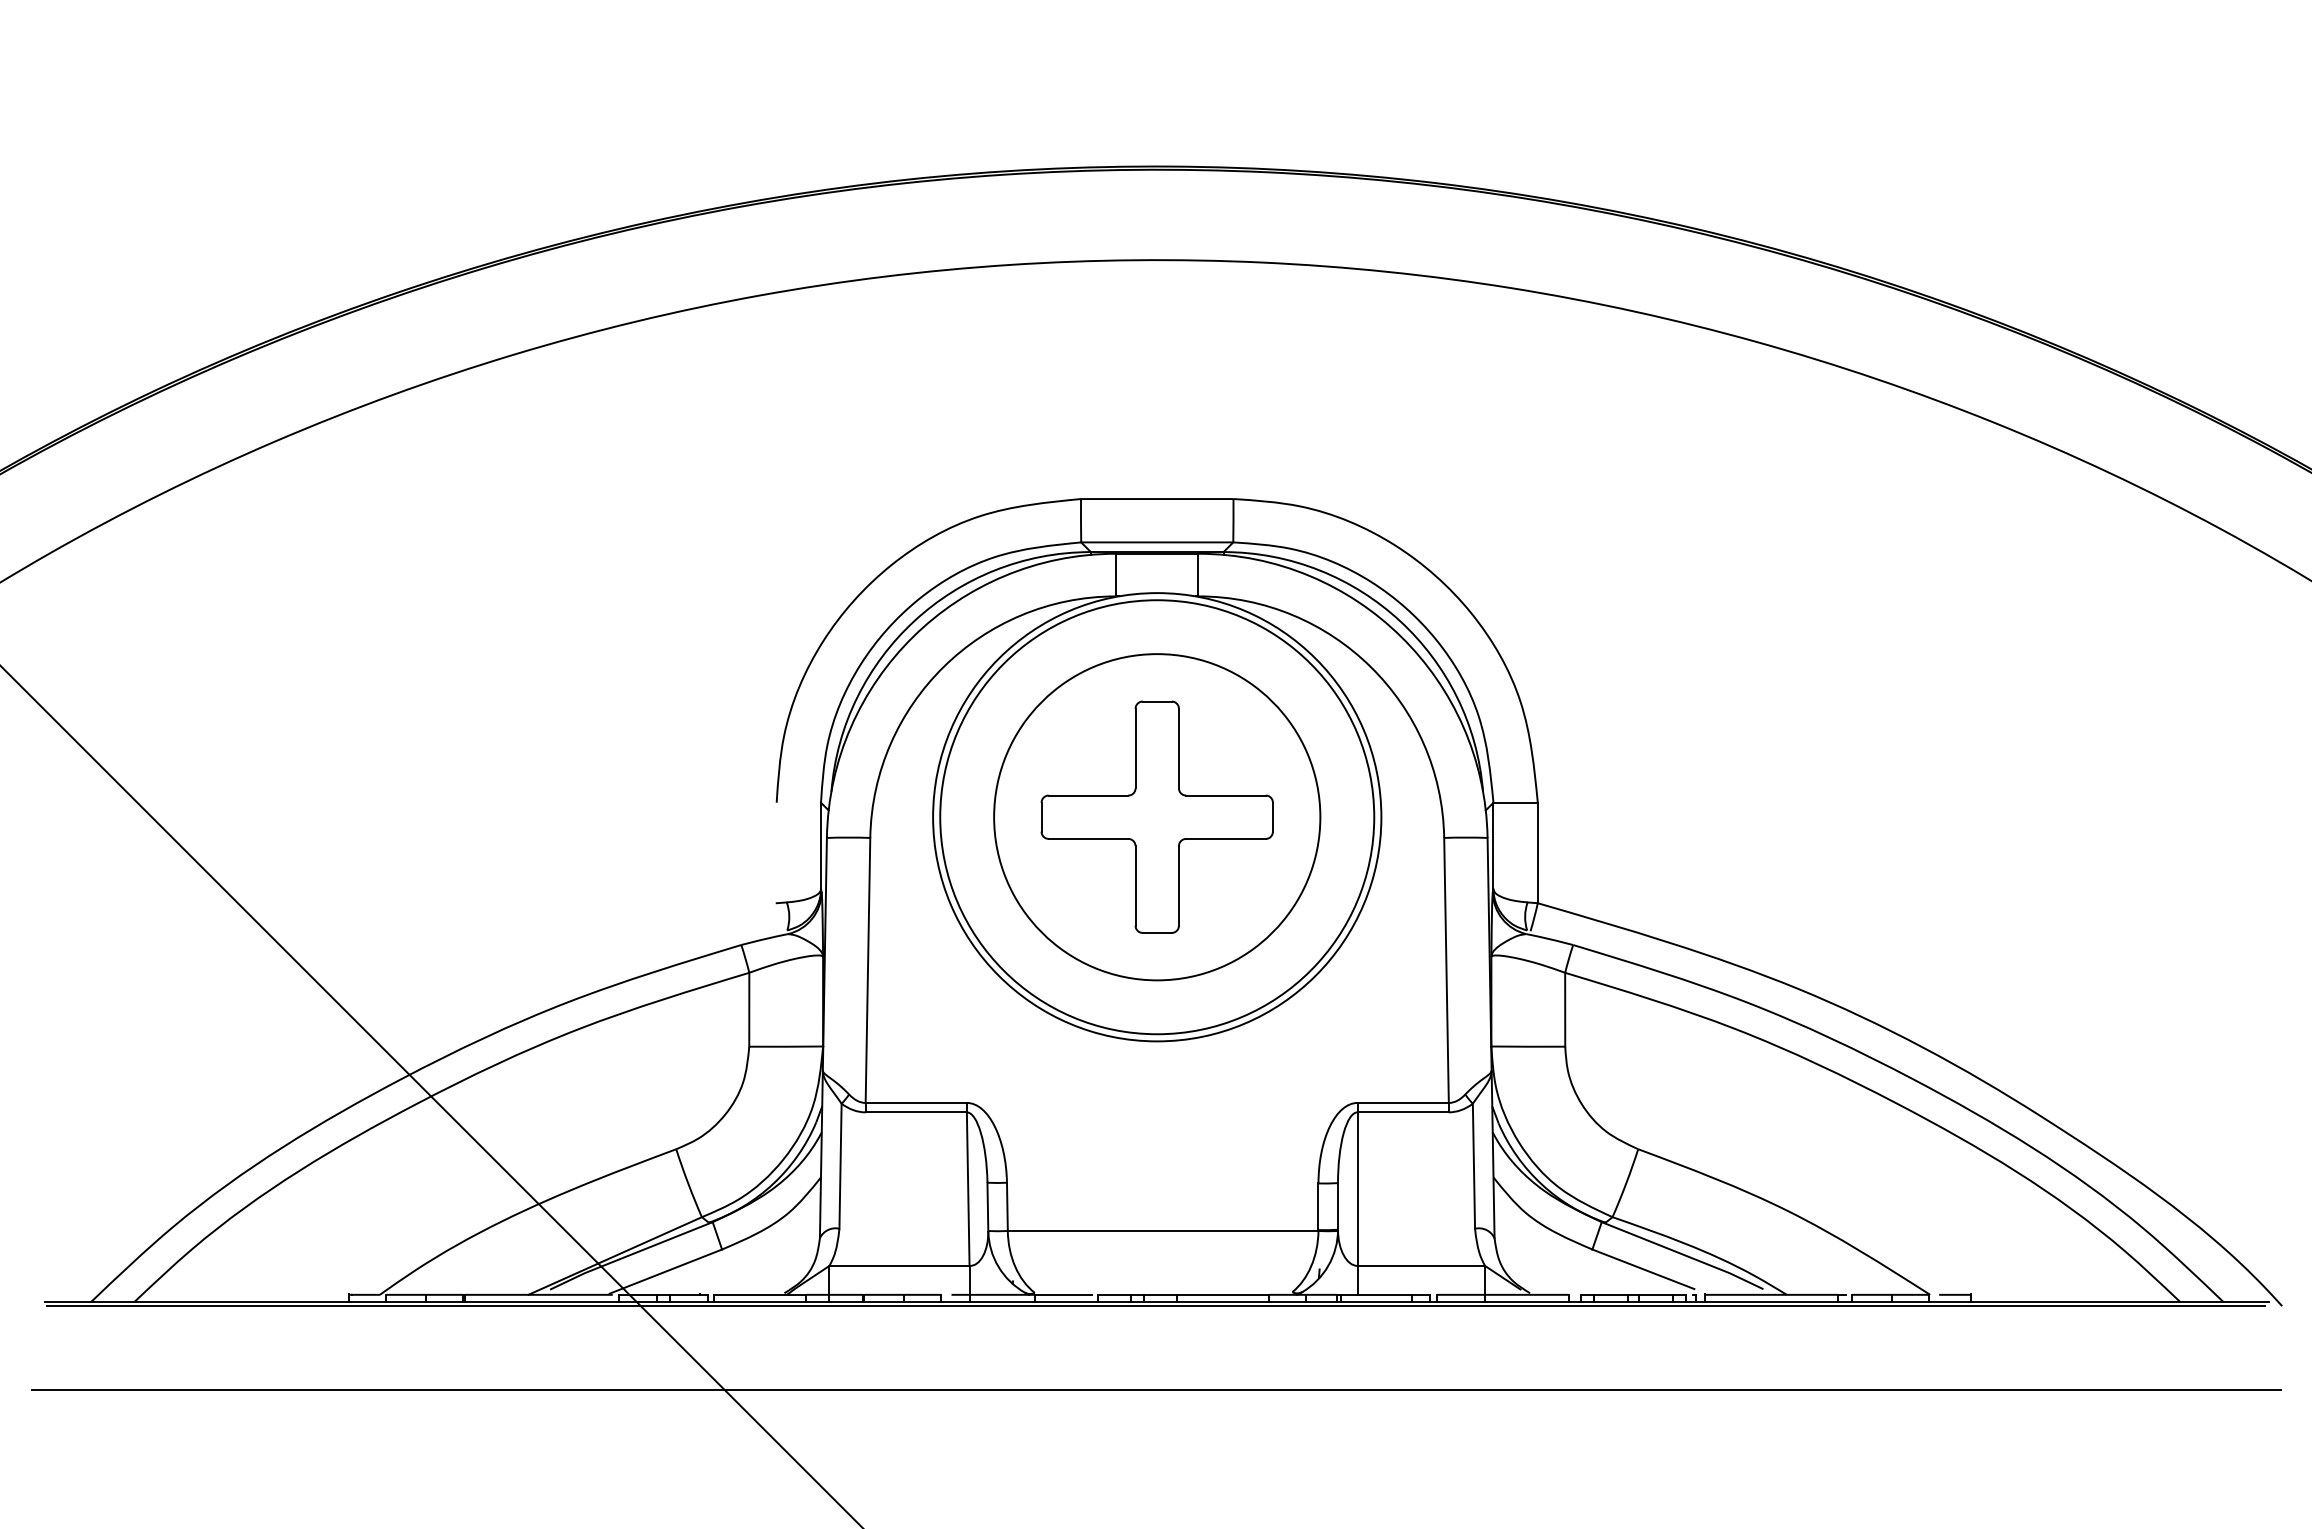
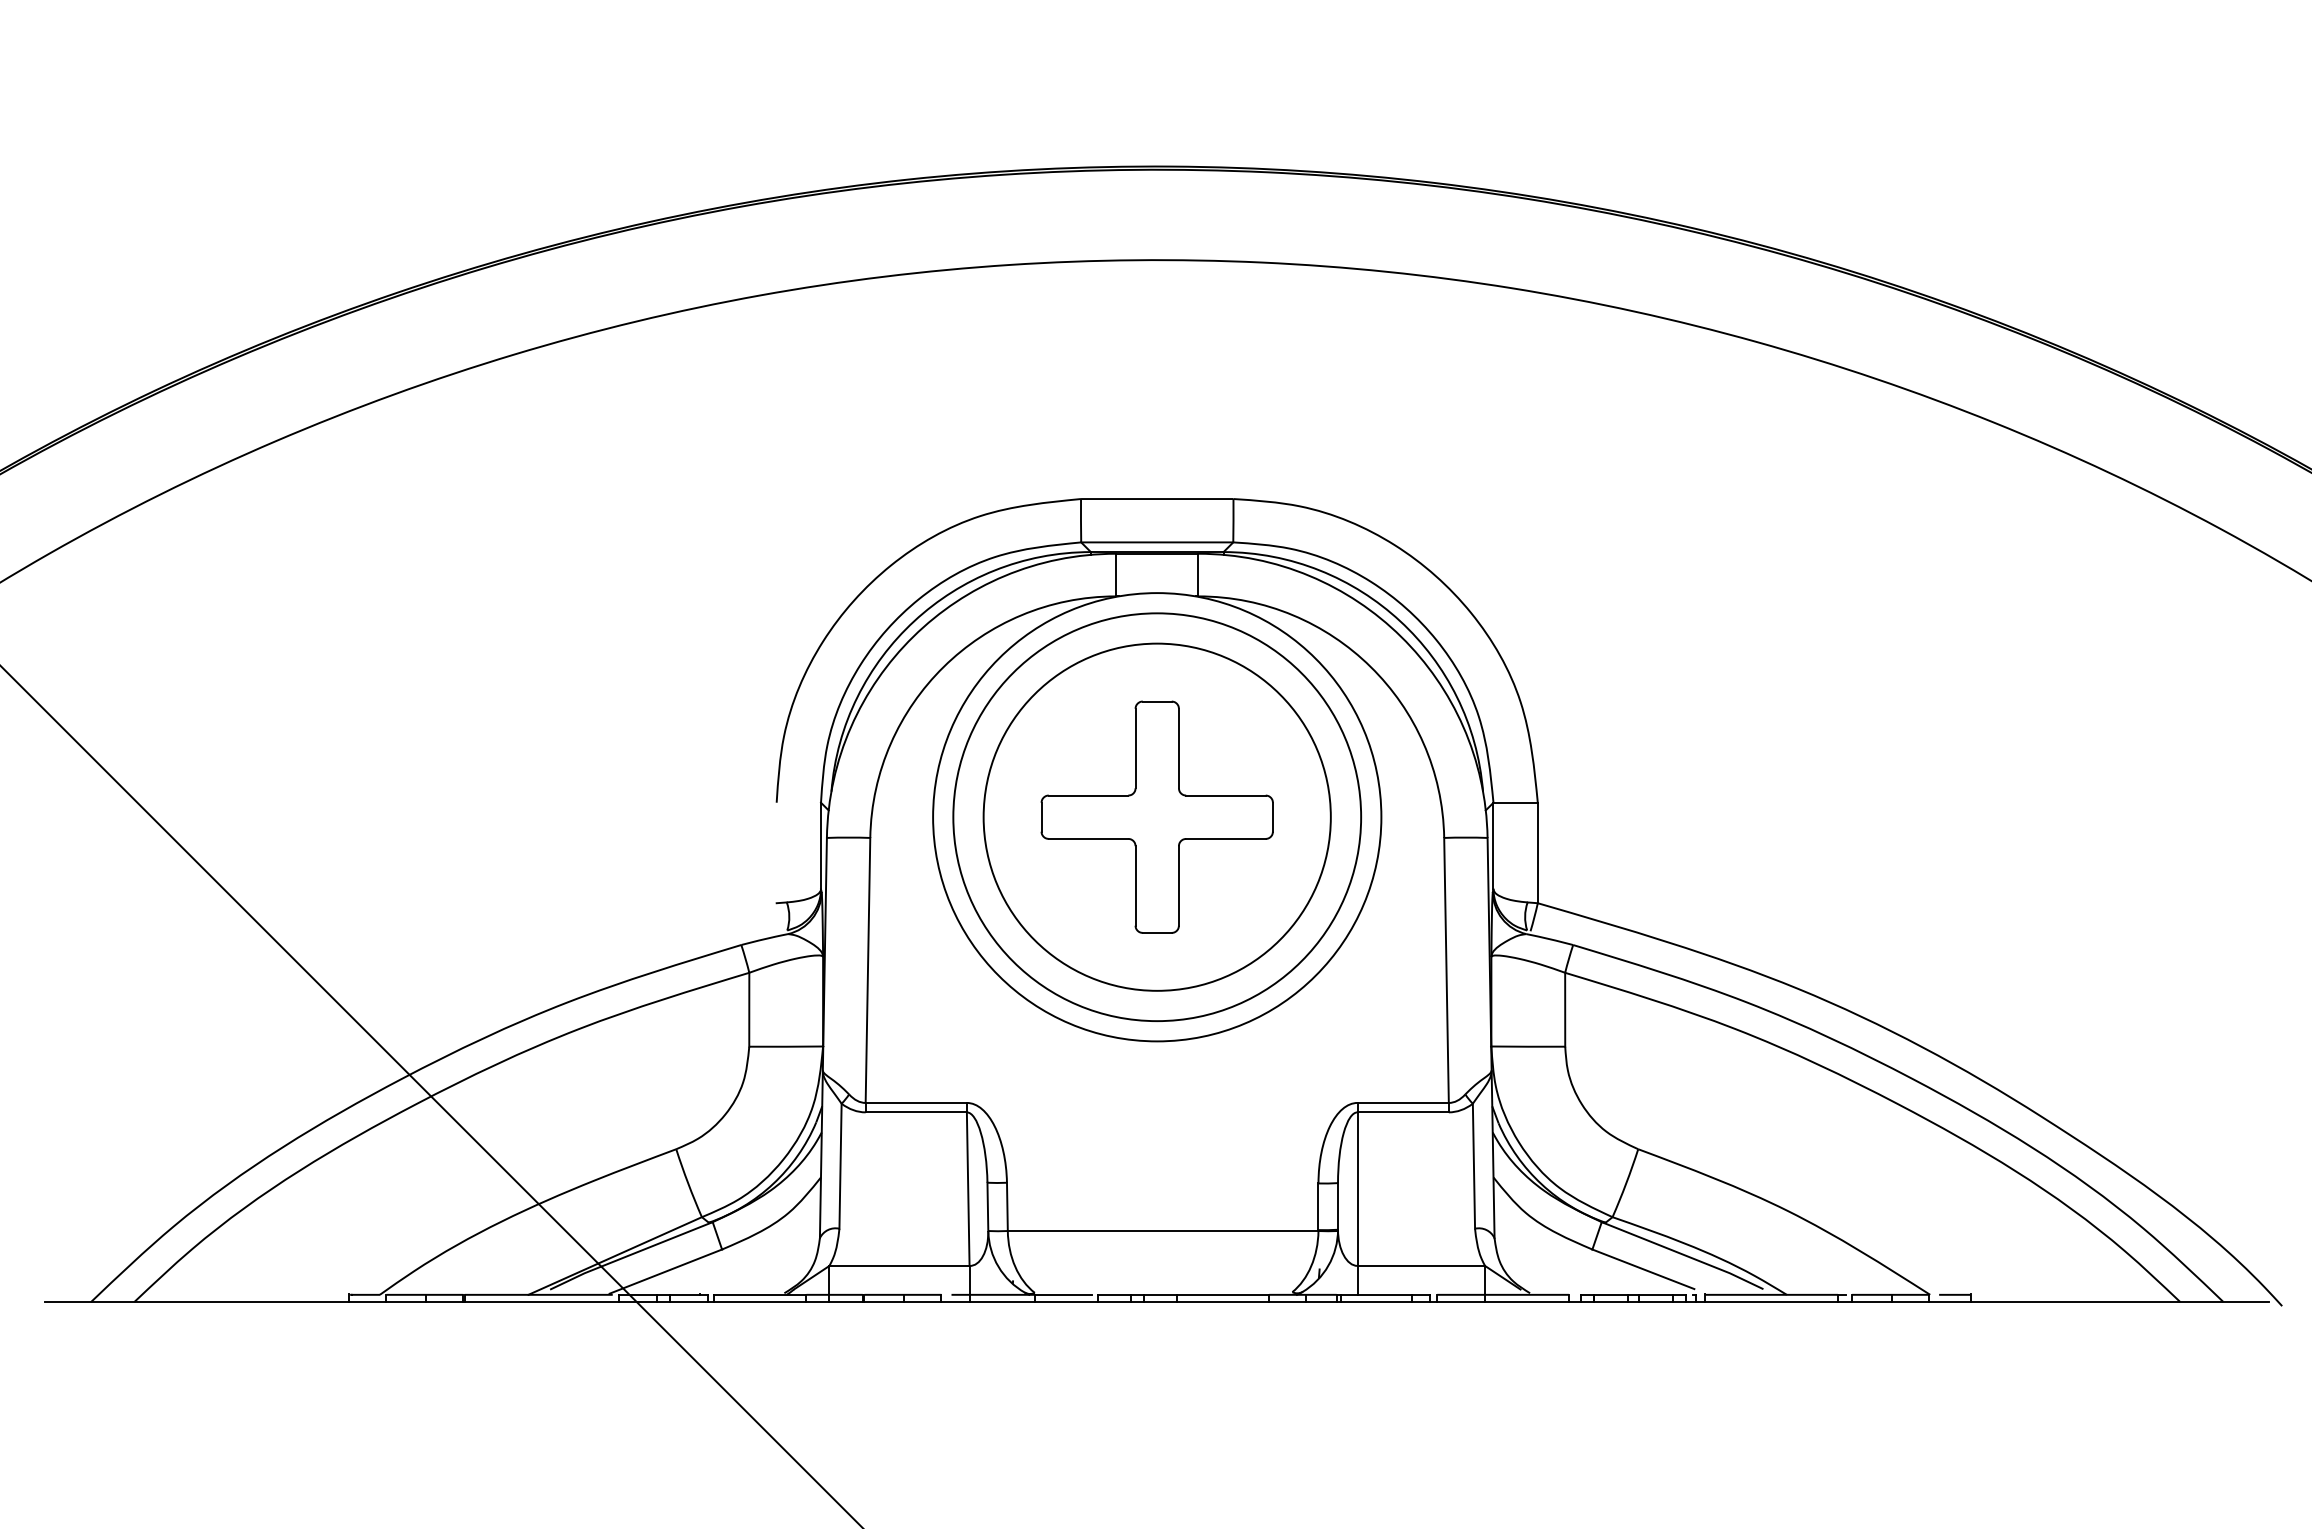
circle at (1157, 817) diameter: 326 px -> 408 px
circle at (1157, 817) diameter: 434 px -> 347 px
line at (1155, 1305): present -> none
line at (1155, 1390): present -> none
